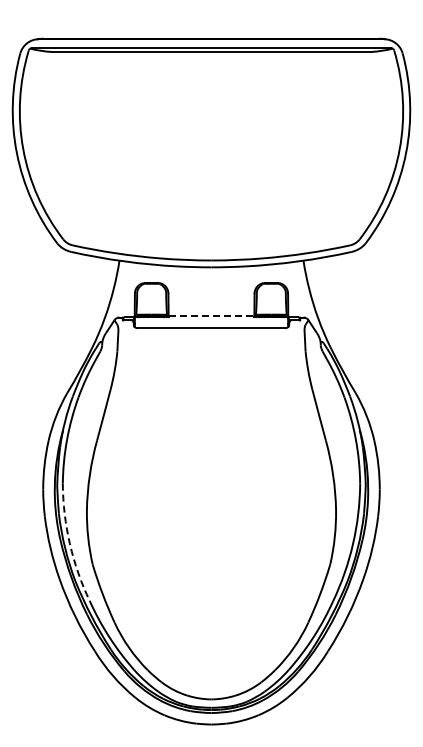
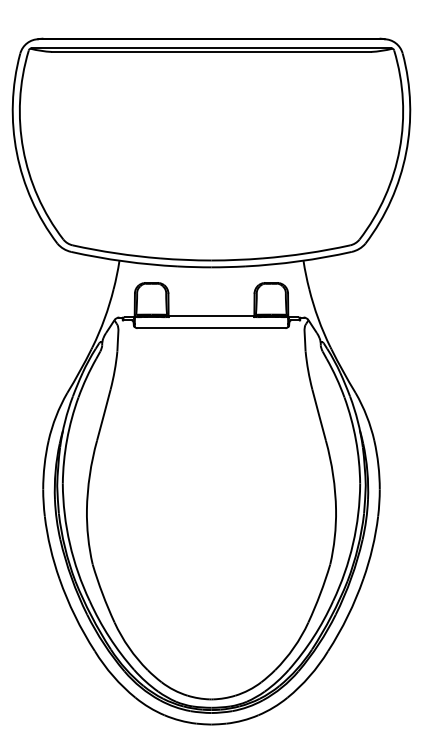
line at (211, 315): dashed -> solid
arc at (69, 543): dashed -> solid
